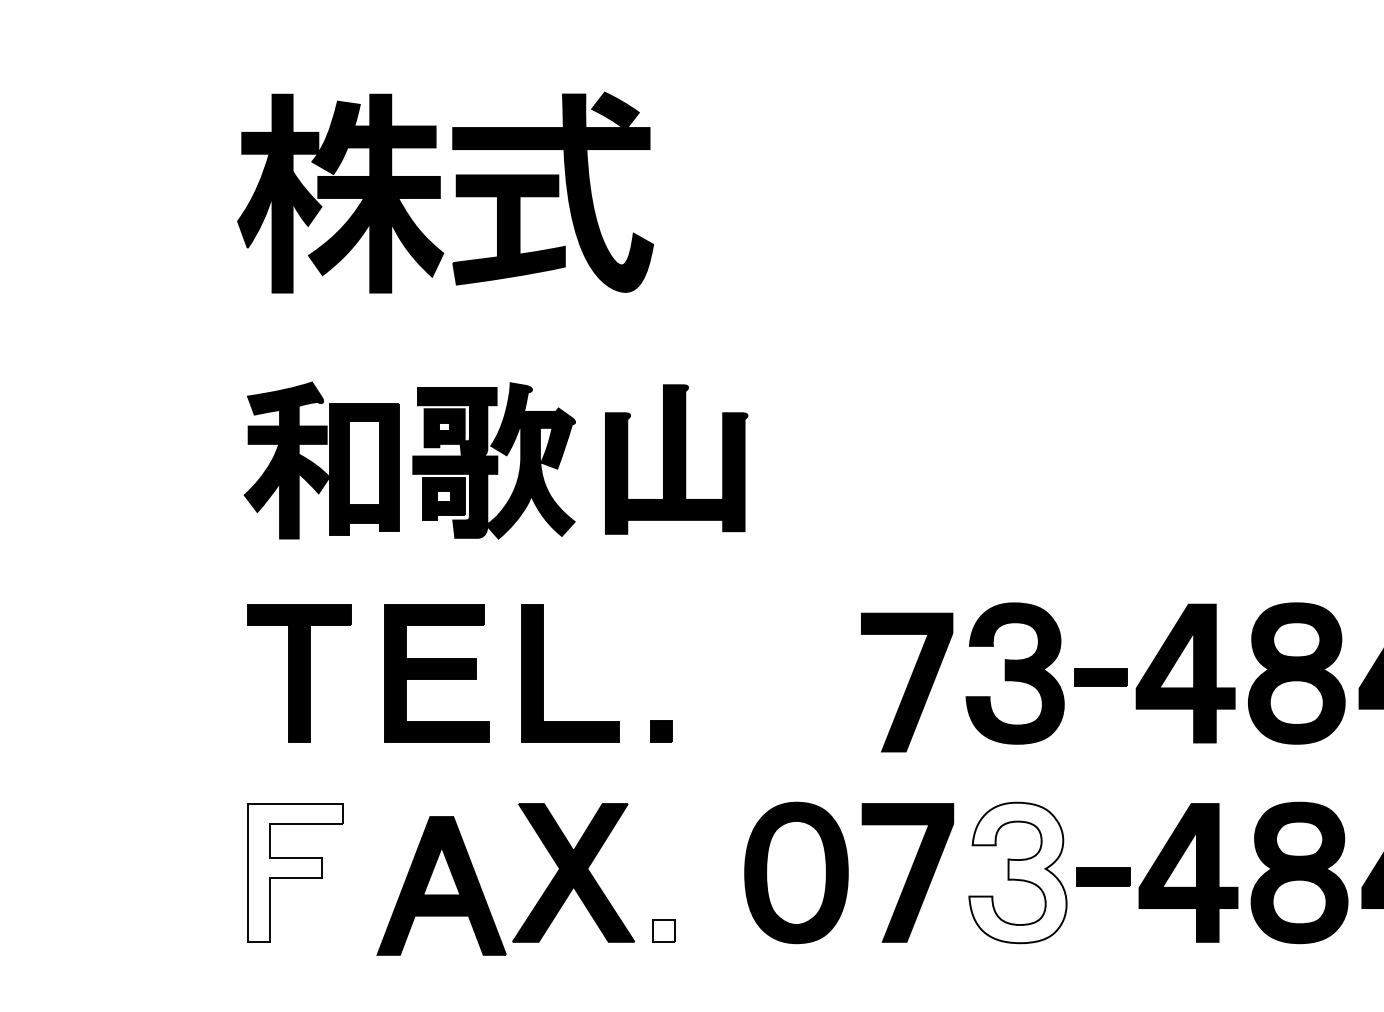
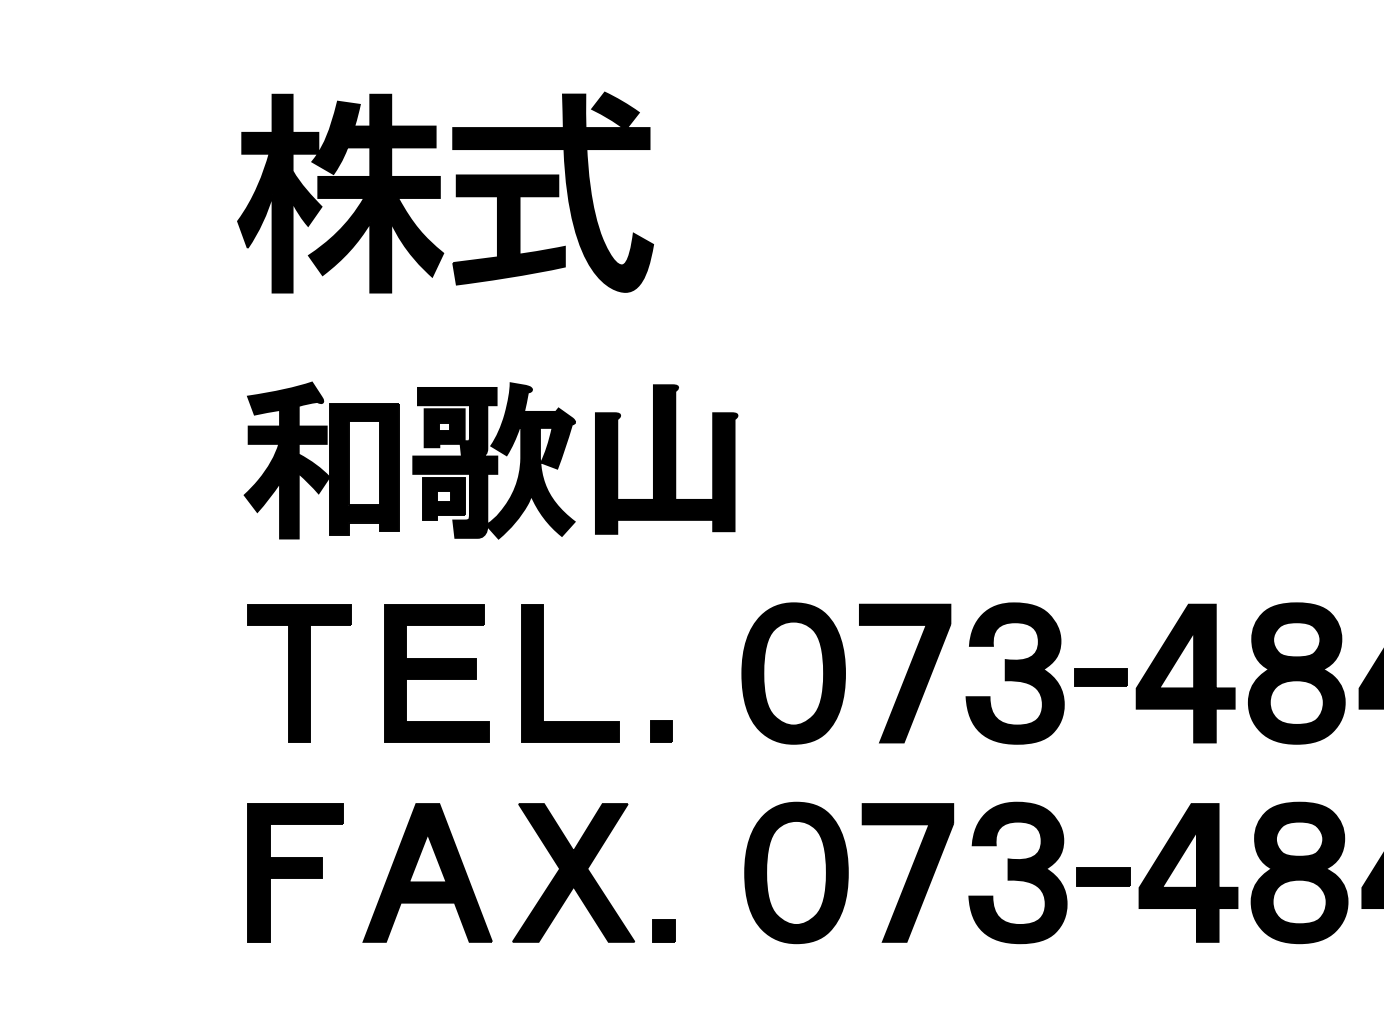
part at (676, 459) position: (676, 459) -> (666, 459)
part at (793, 673): none -> present
part at (907, 682) position: (907, 682) -> (905, 673)
fill at (295, 872): none -> present
fill at (1017, 872): none -> present
part at (441, 885) position: (441, 885) -> (427, 872)
fill at (663, 930): none -> present
